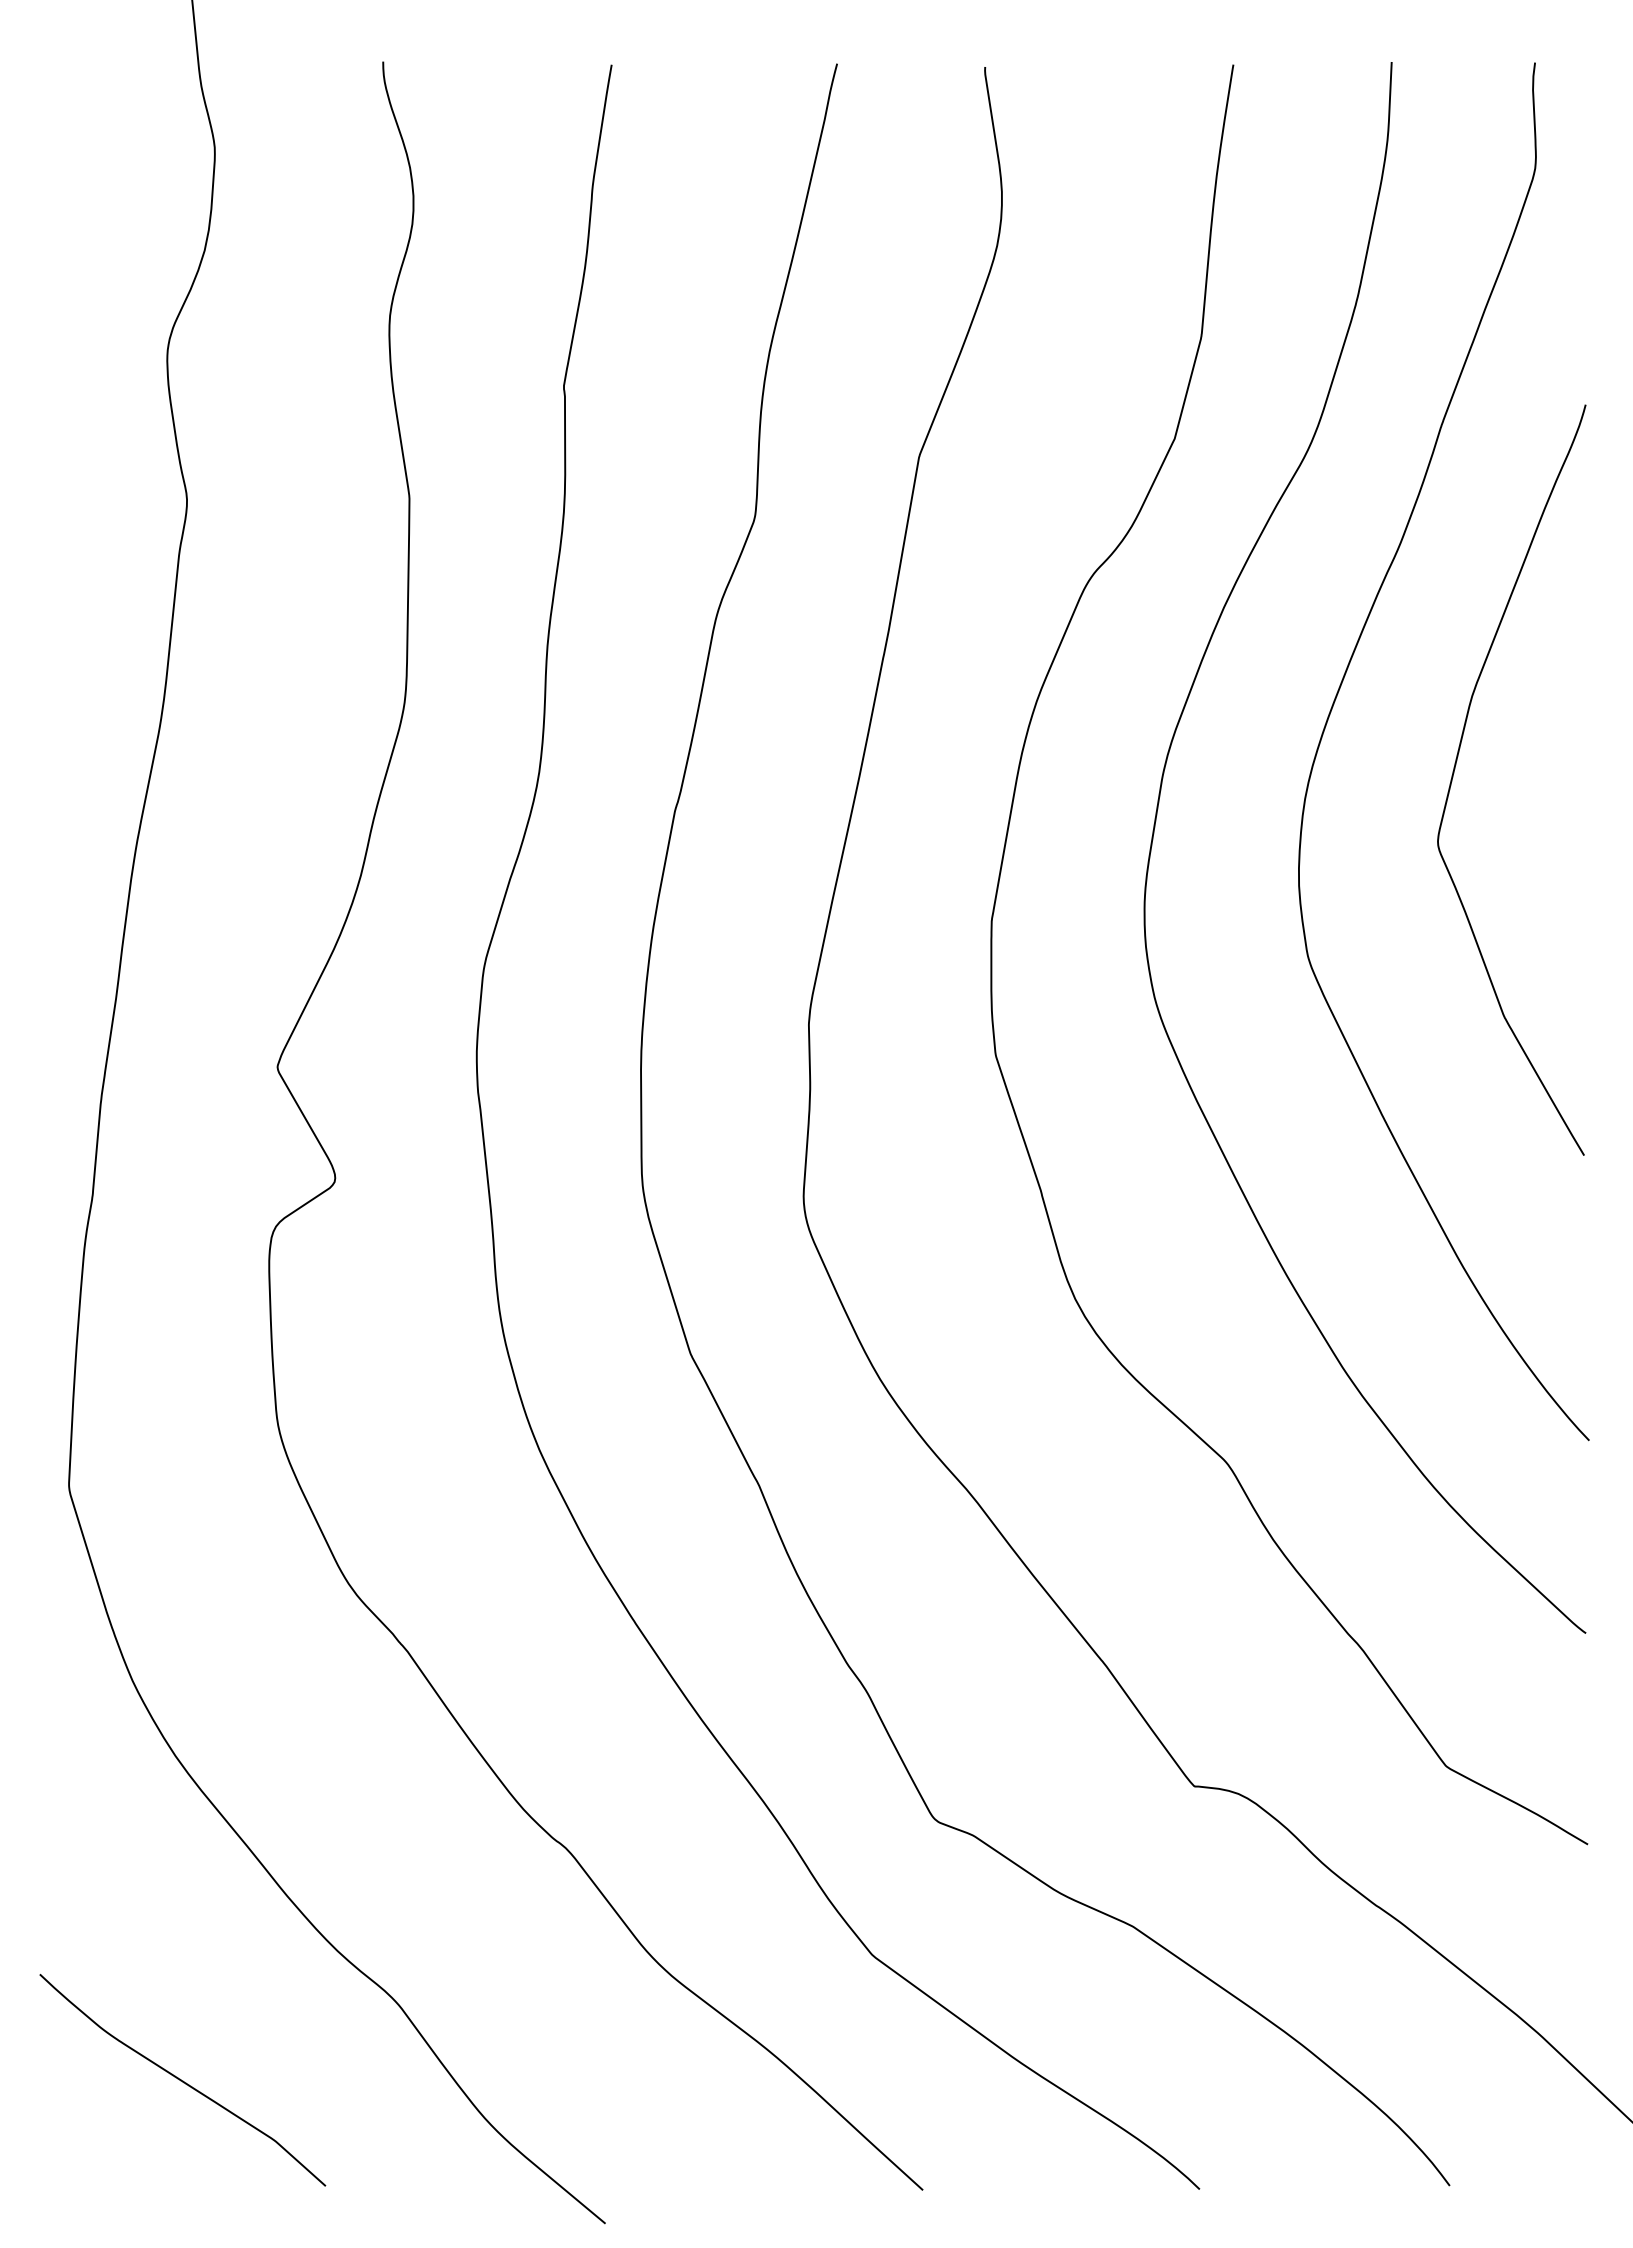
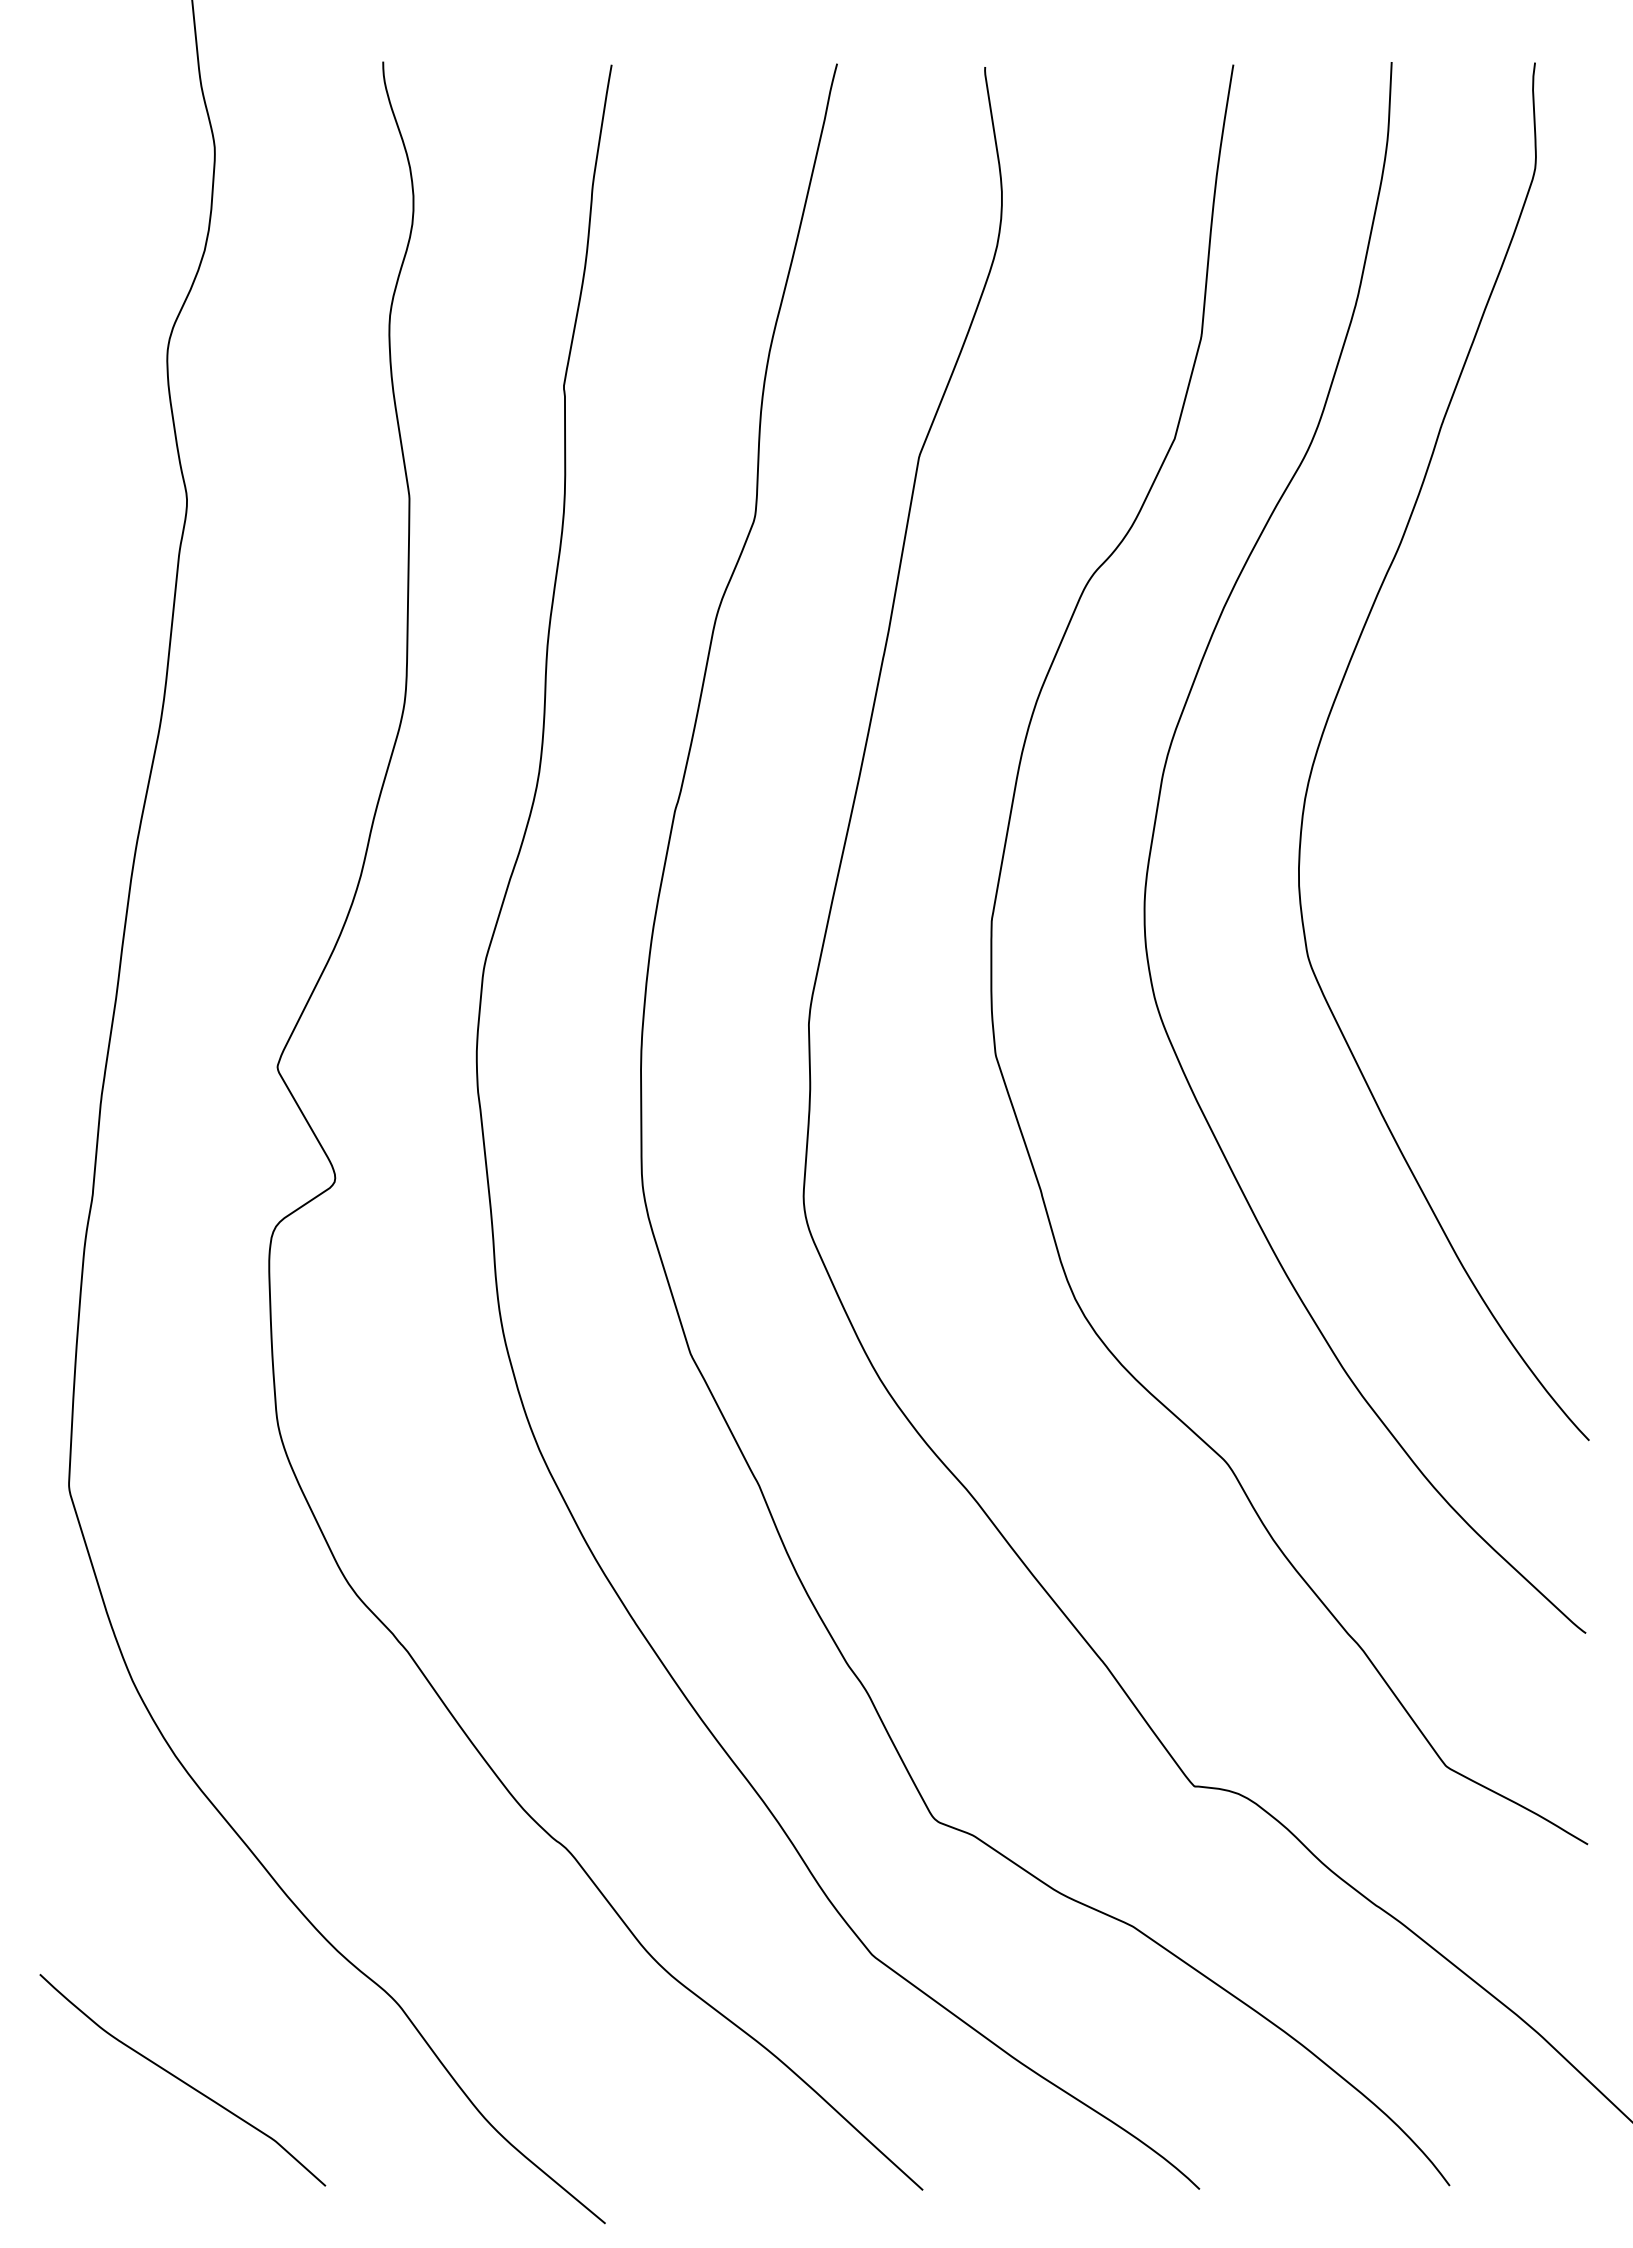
curve at (1456, 765): present -> none
